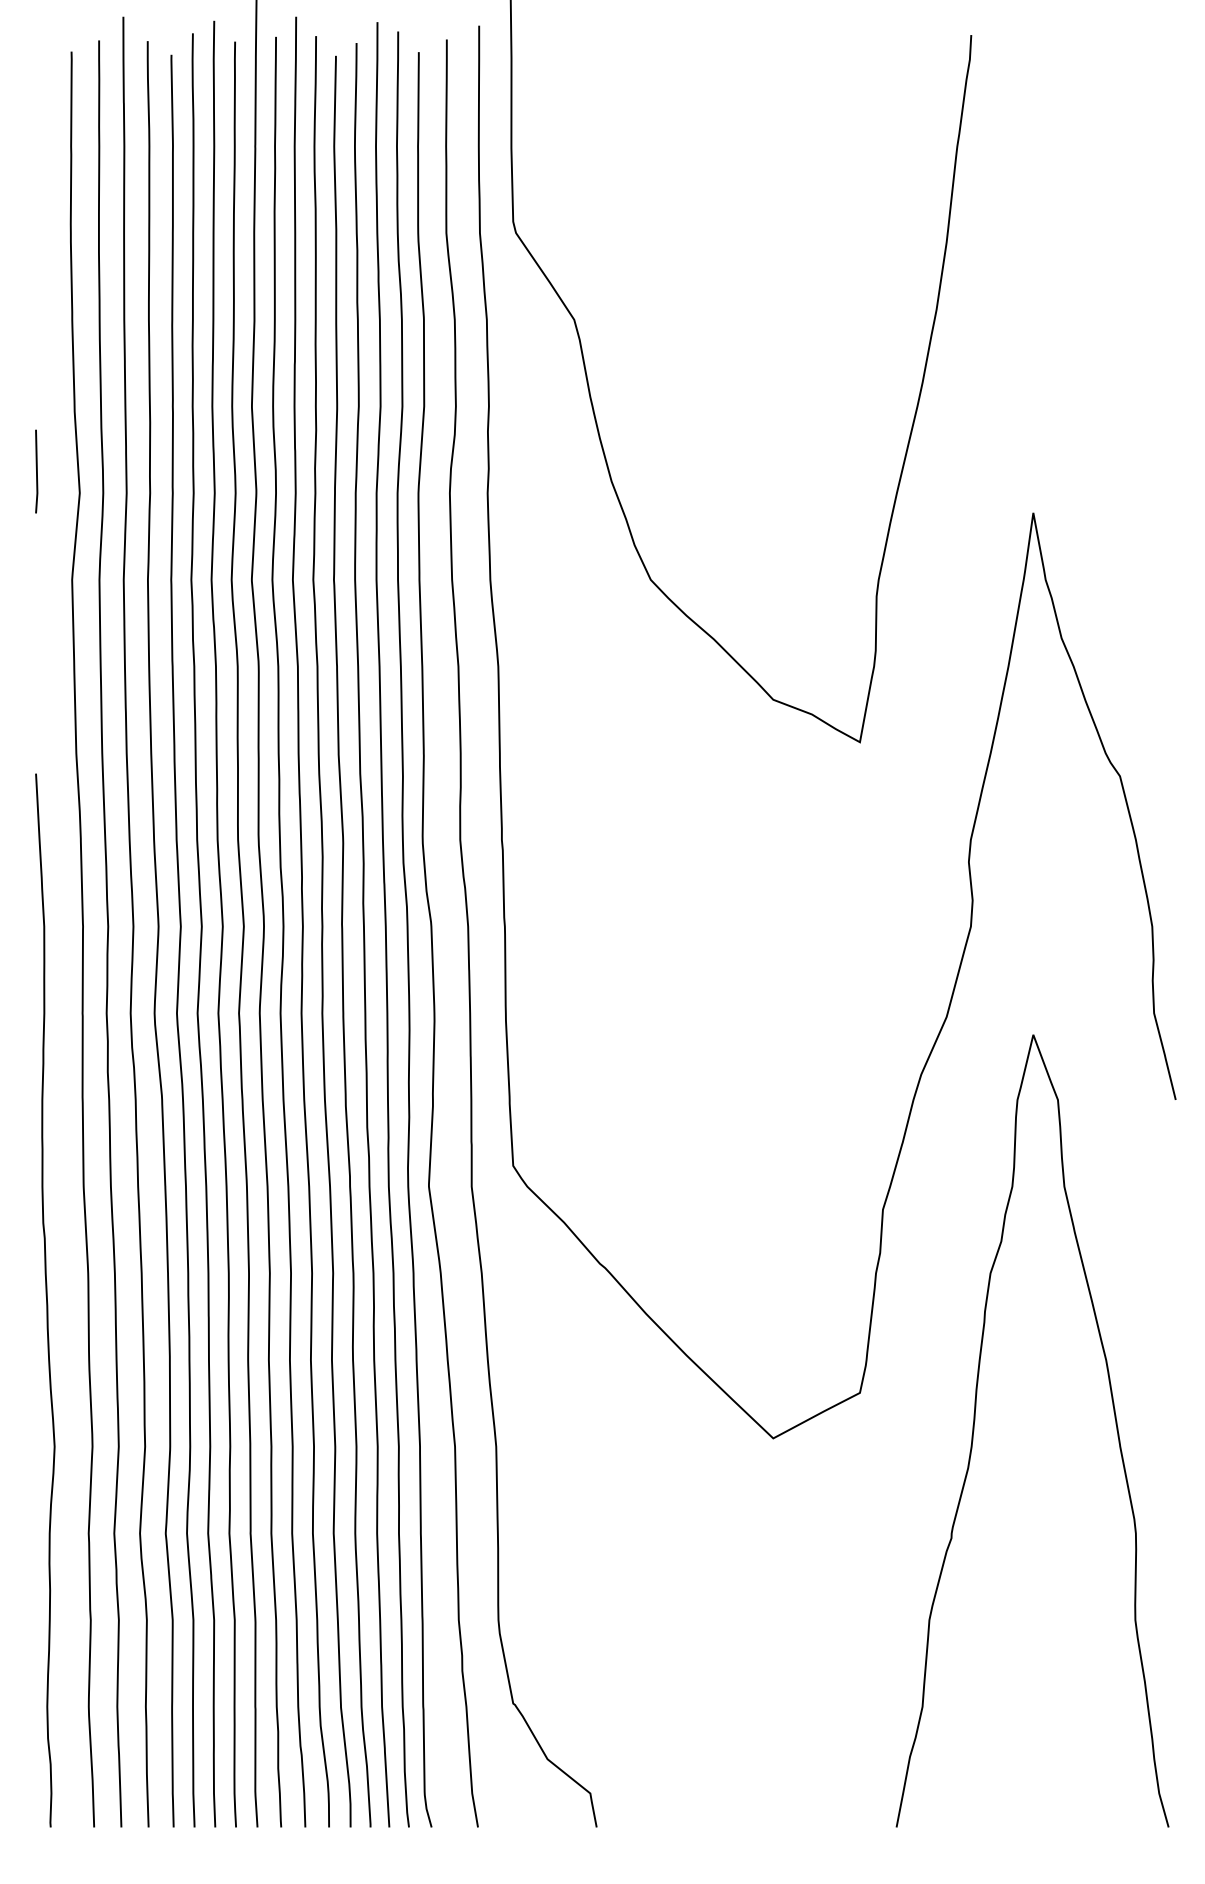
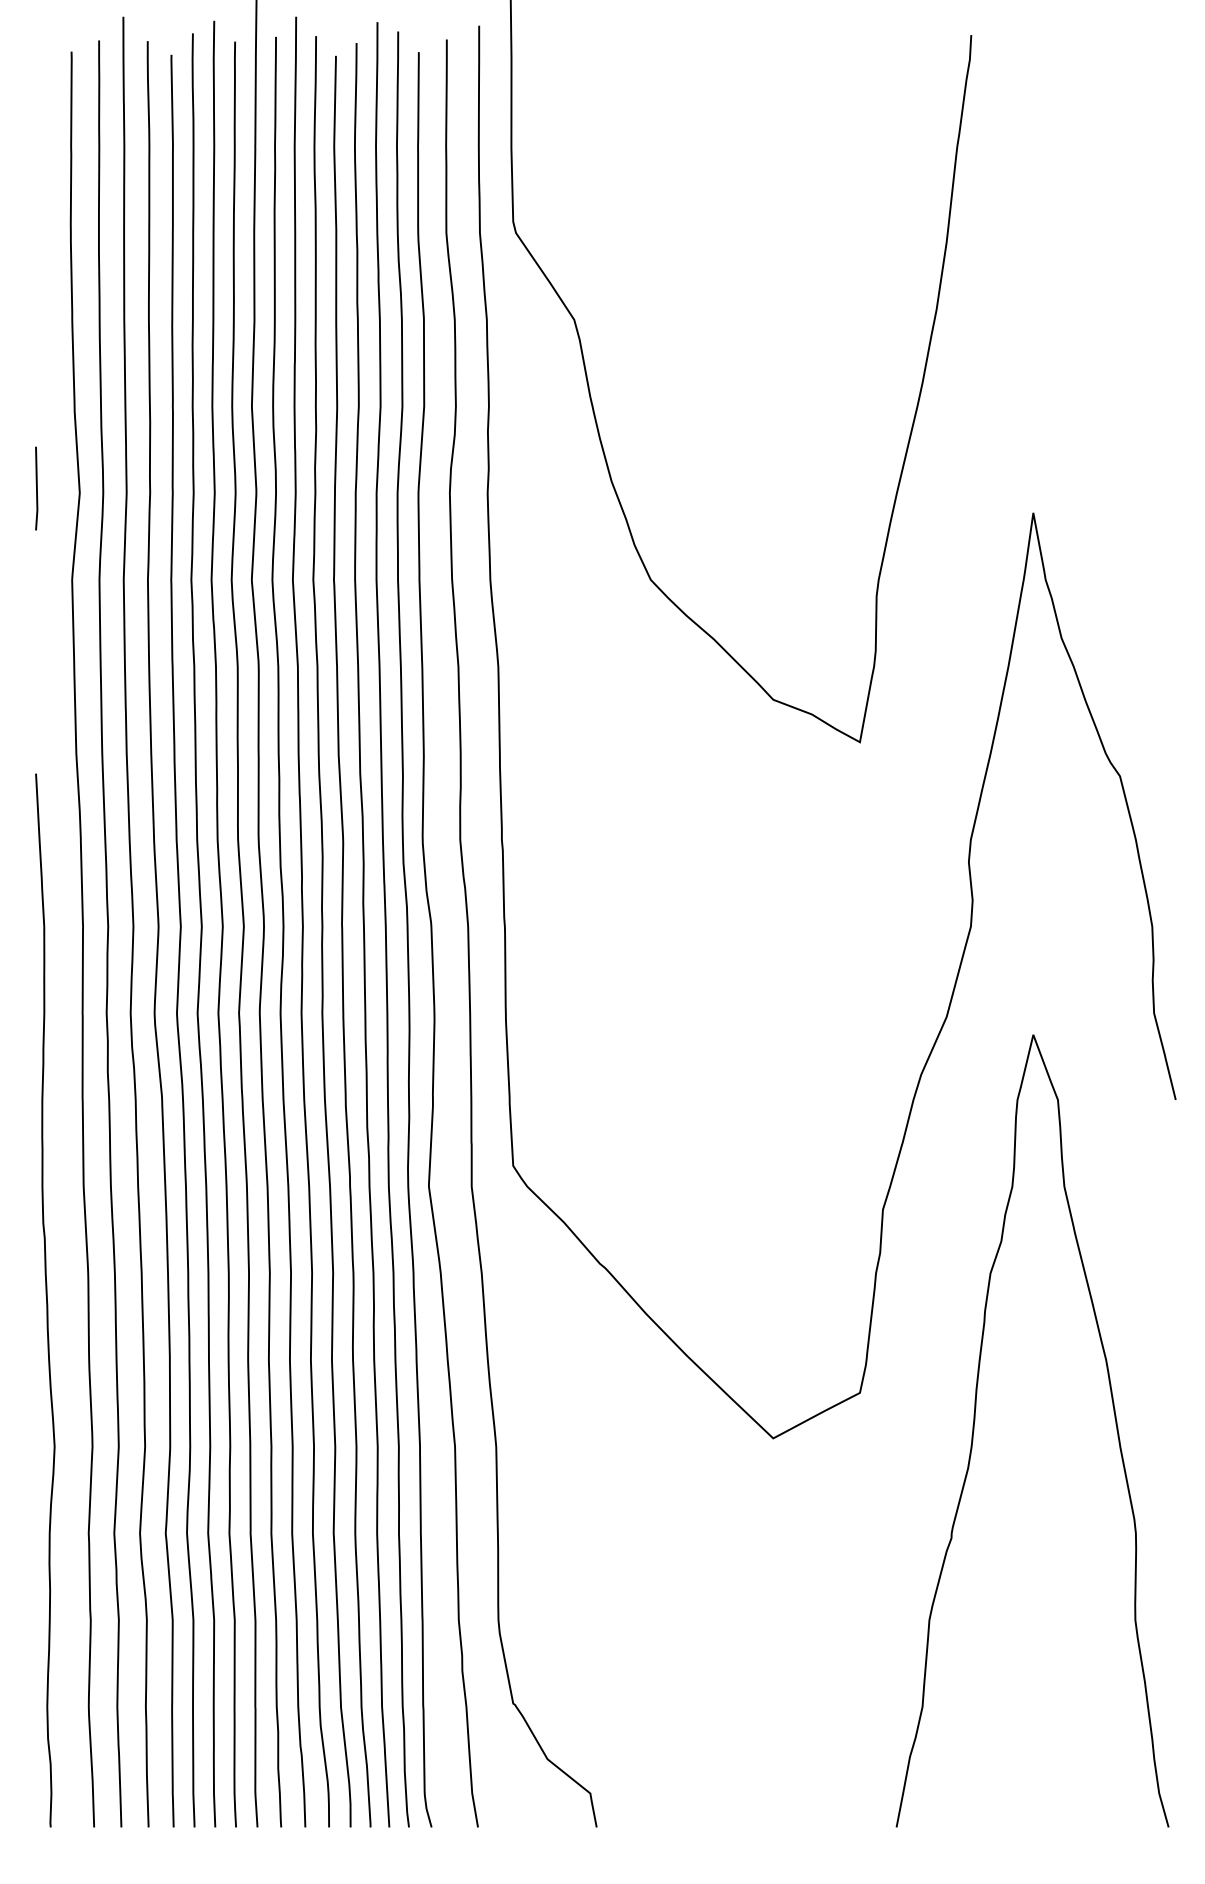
line at (36, 471) position: (36, 471) -> (36, 488)
